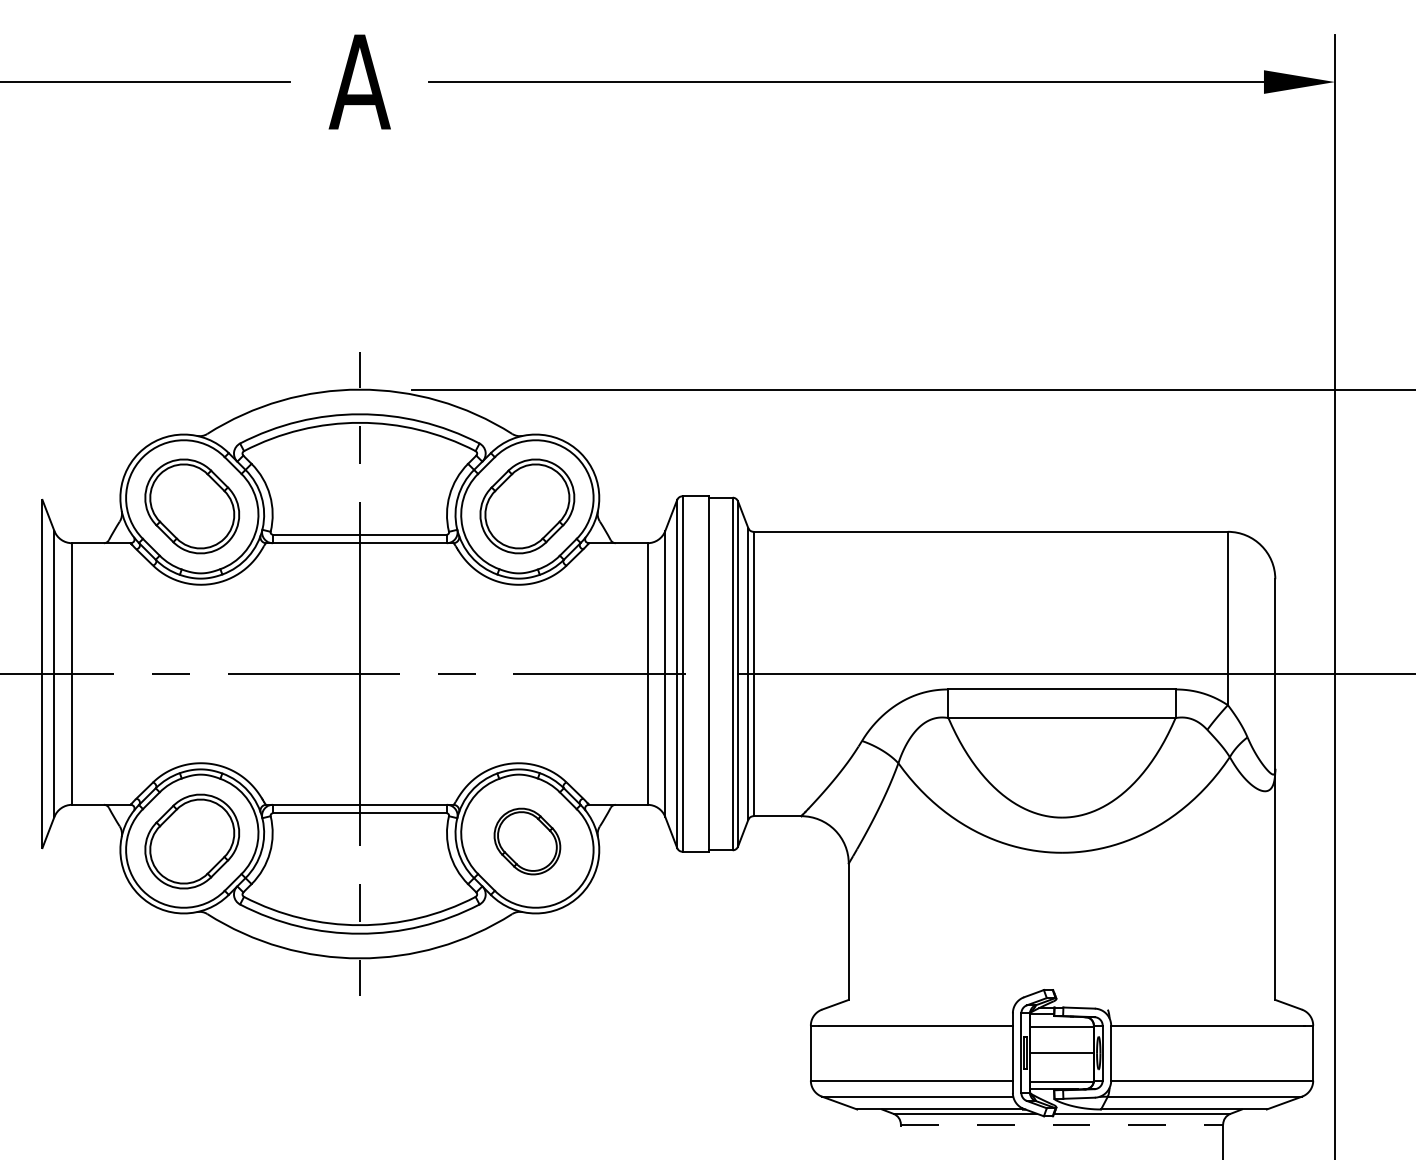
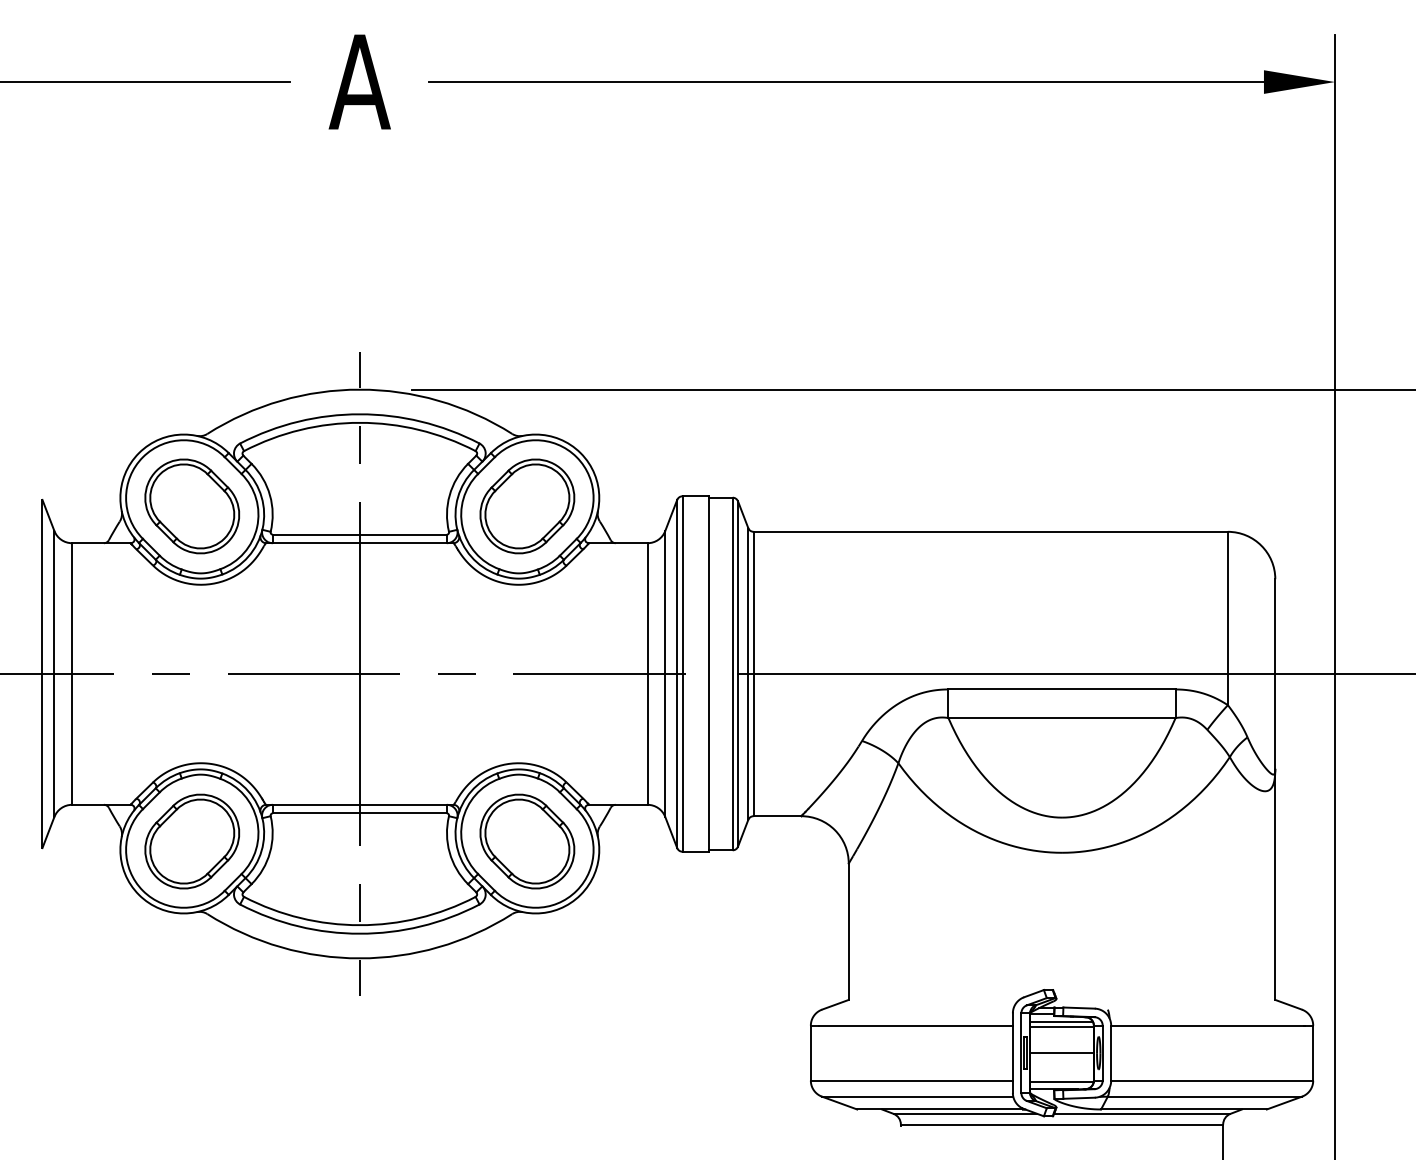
part at (527, 841) size: 69x69 px -> 97x97 px
line at (1061, 1021): none -> present
line at (1062, 1124): dashed -> solid
